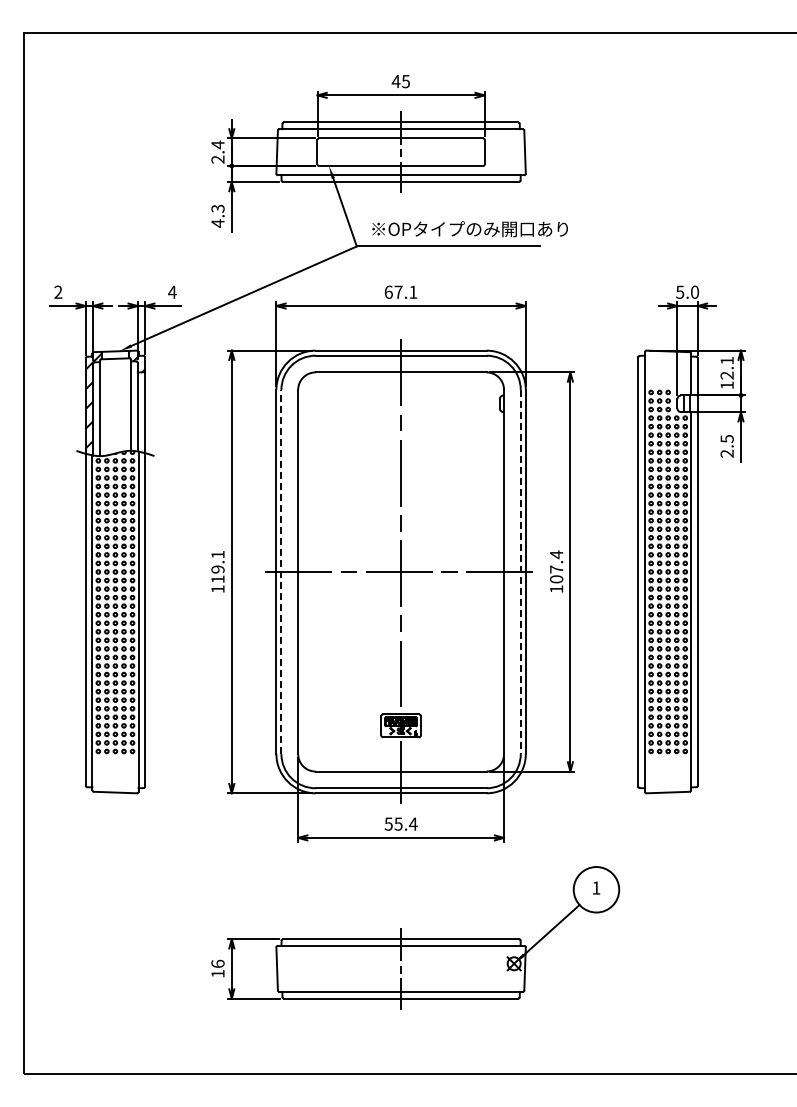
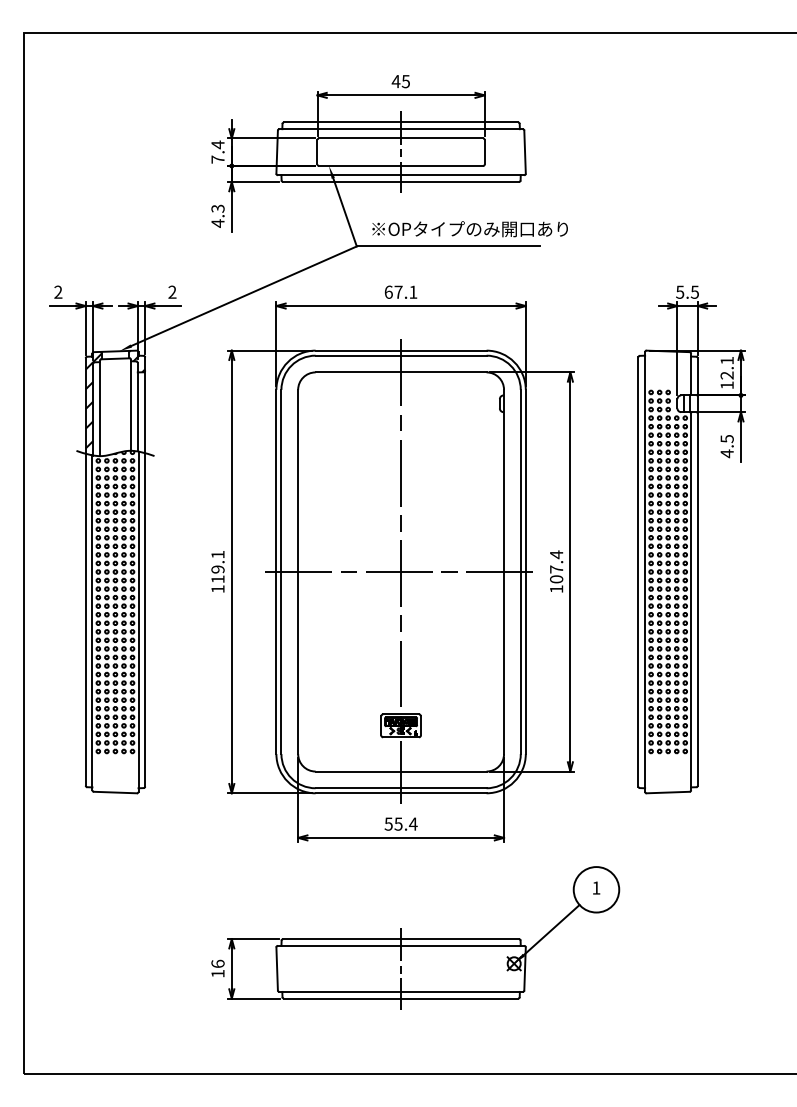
text at (217, 159): 2.4 -> 7.4
text at (172, 291): 4 -> 2
text at (694, 291): 5.0 -> 5.5
text at (726, 453): 2.5 -> 4.5
line at (281, 571): dashed -> solid
line at (520, 572): dashed -> solid
